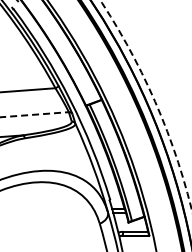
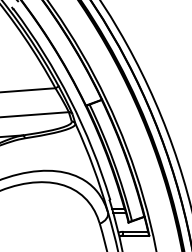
arc at (155, 101): dashed -> solid
line at (34, 114): dashed -> solid
